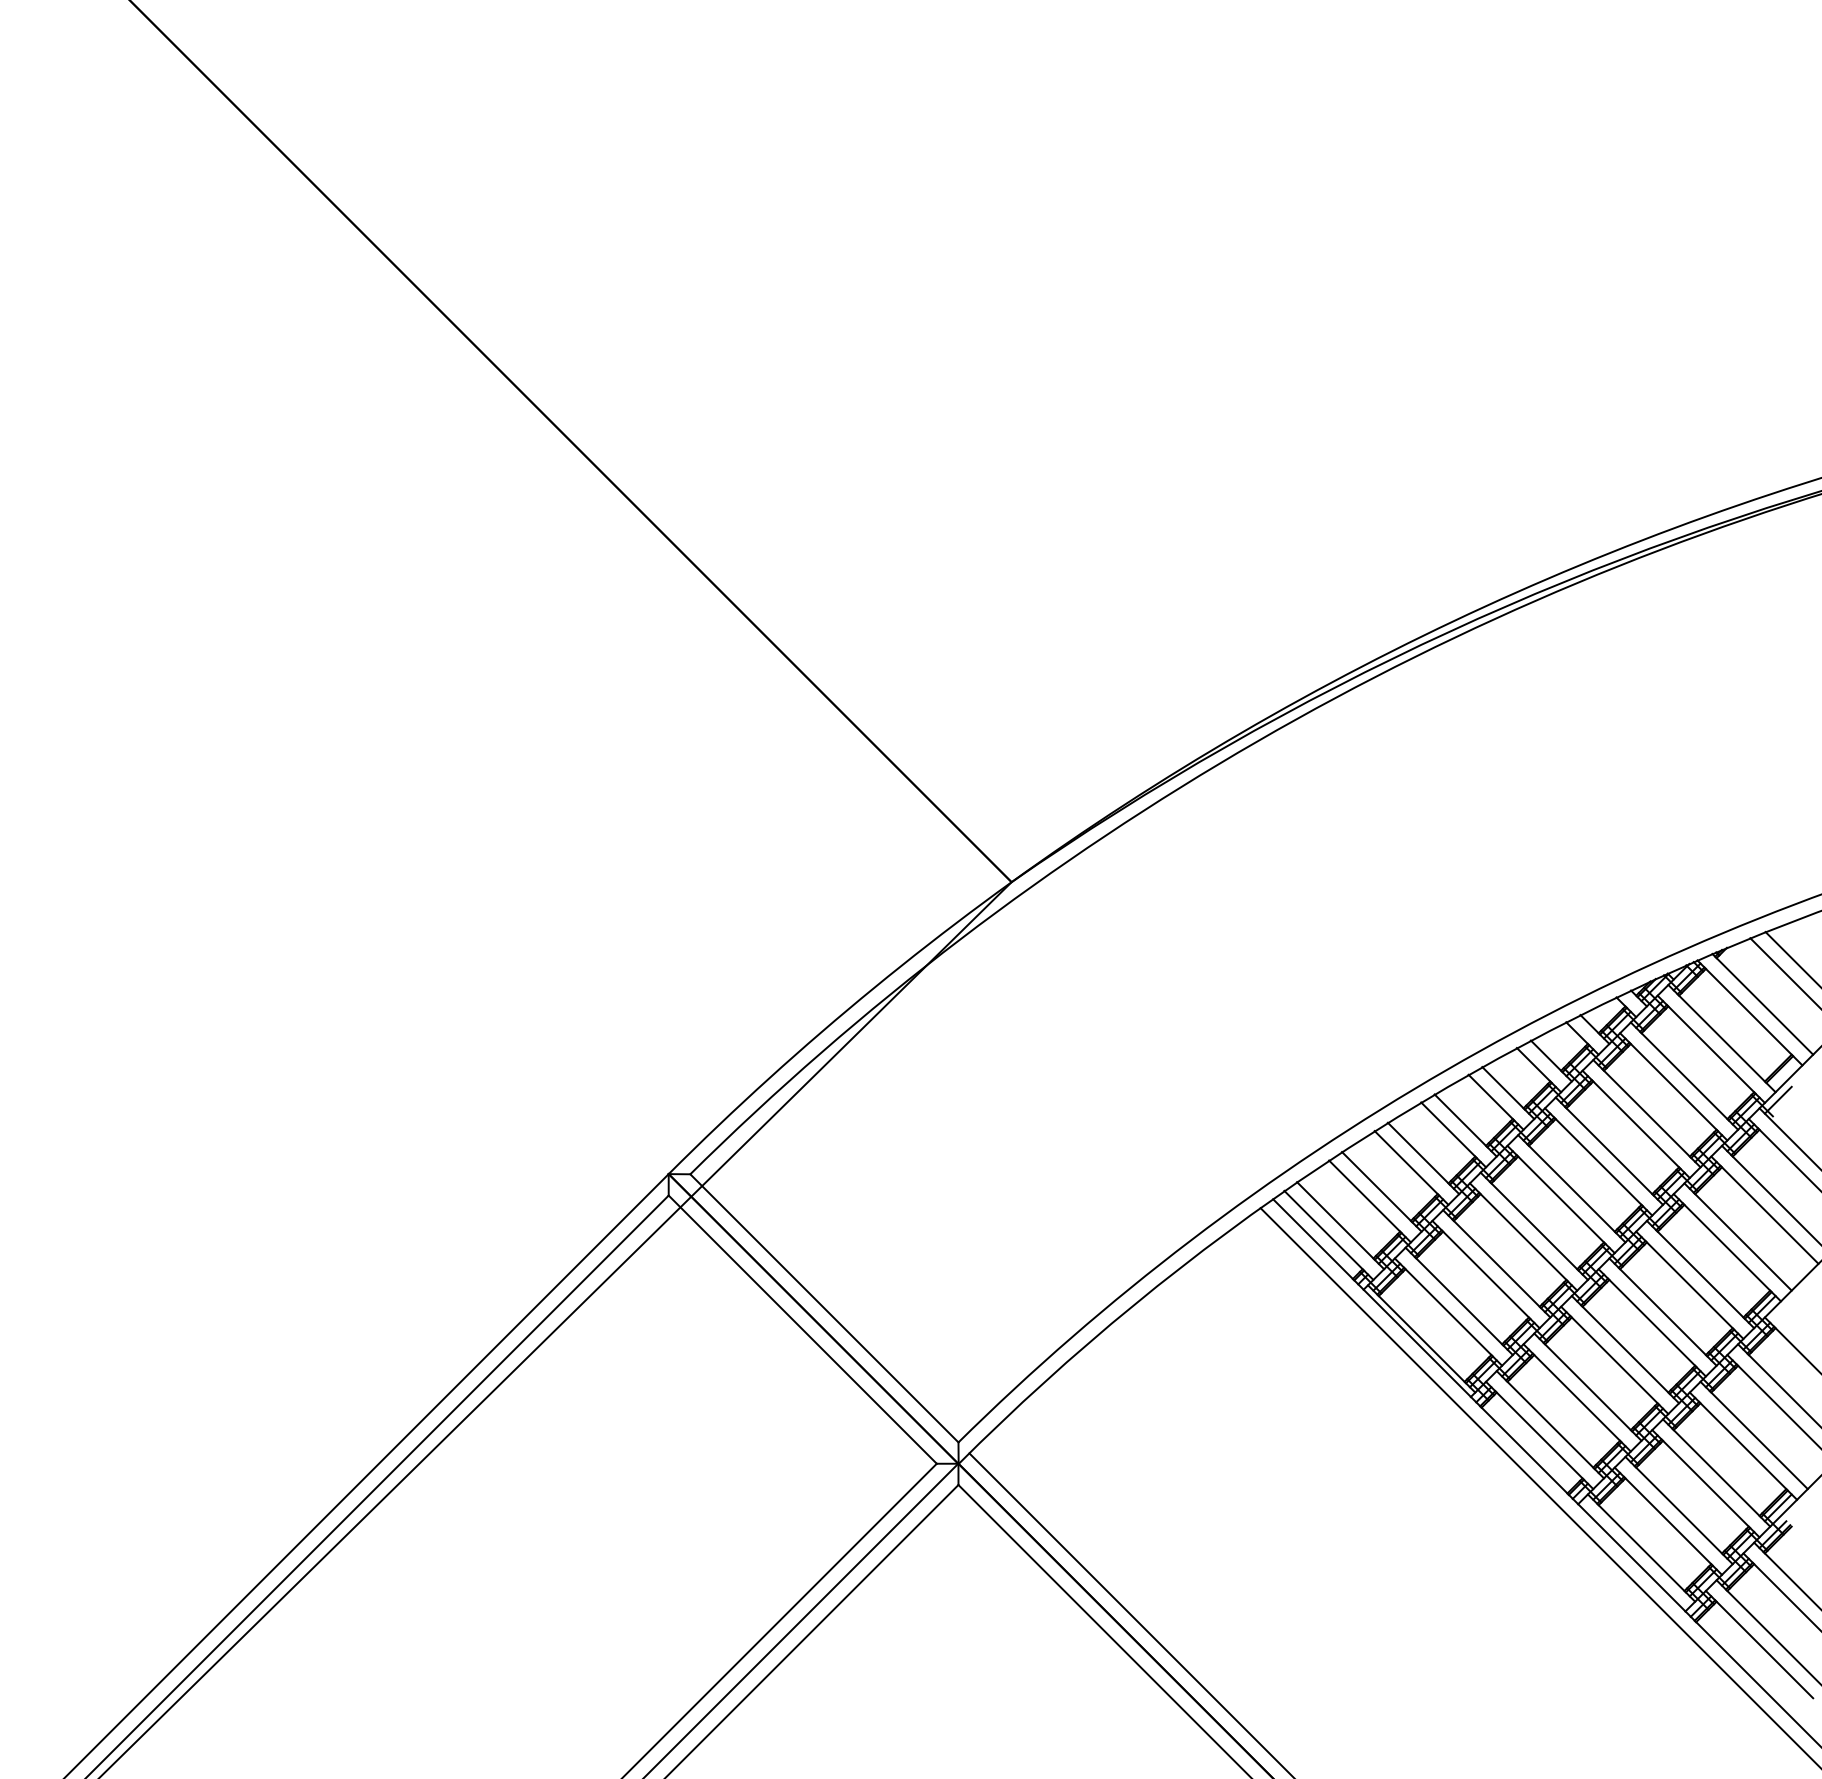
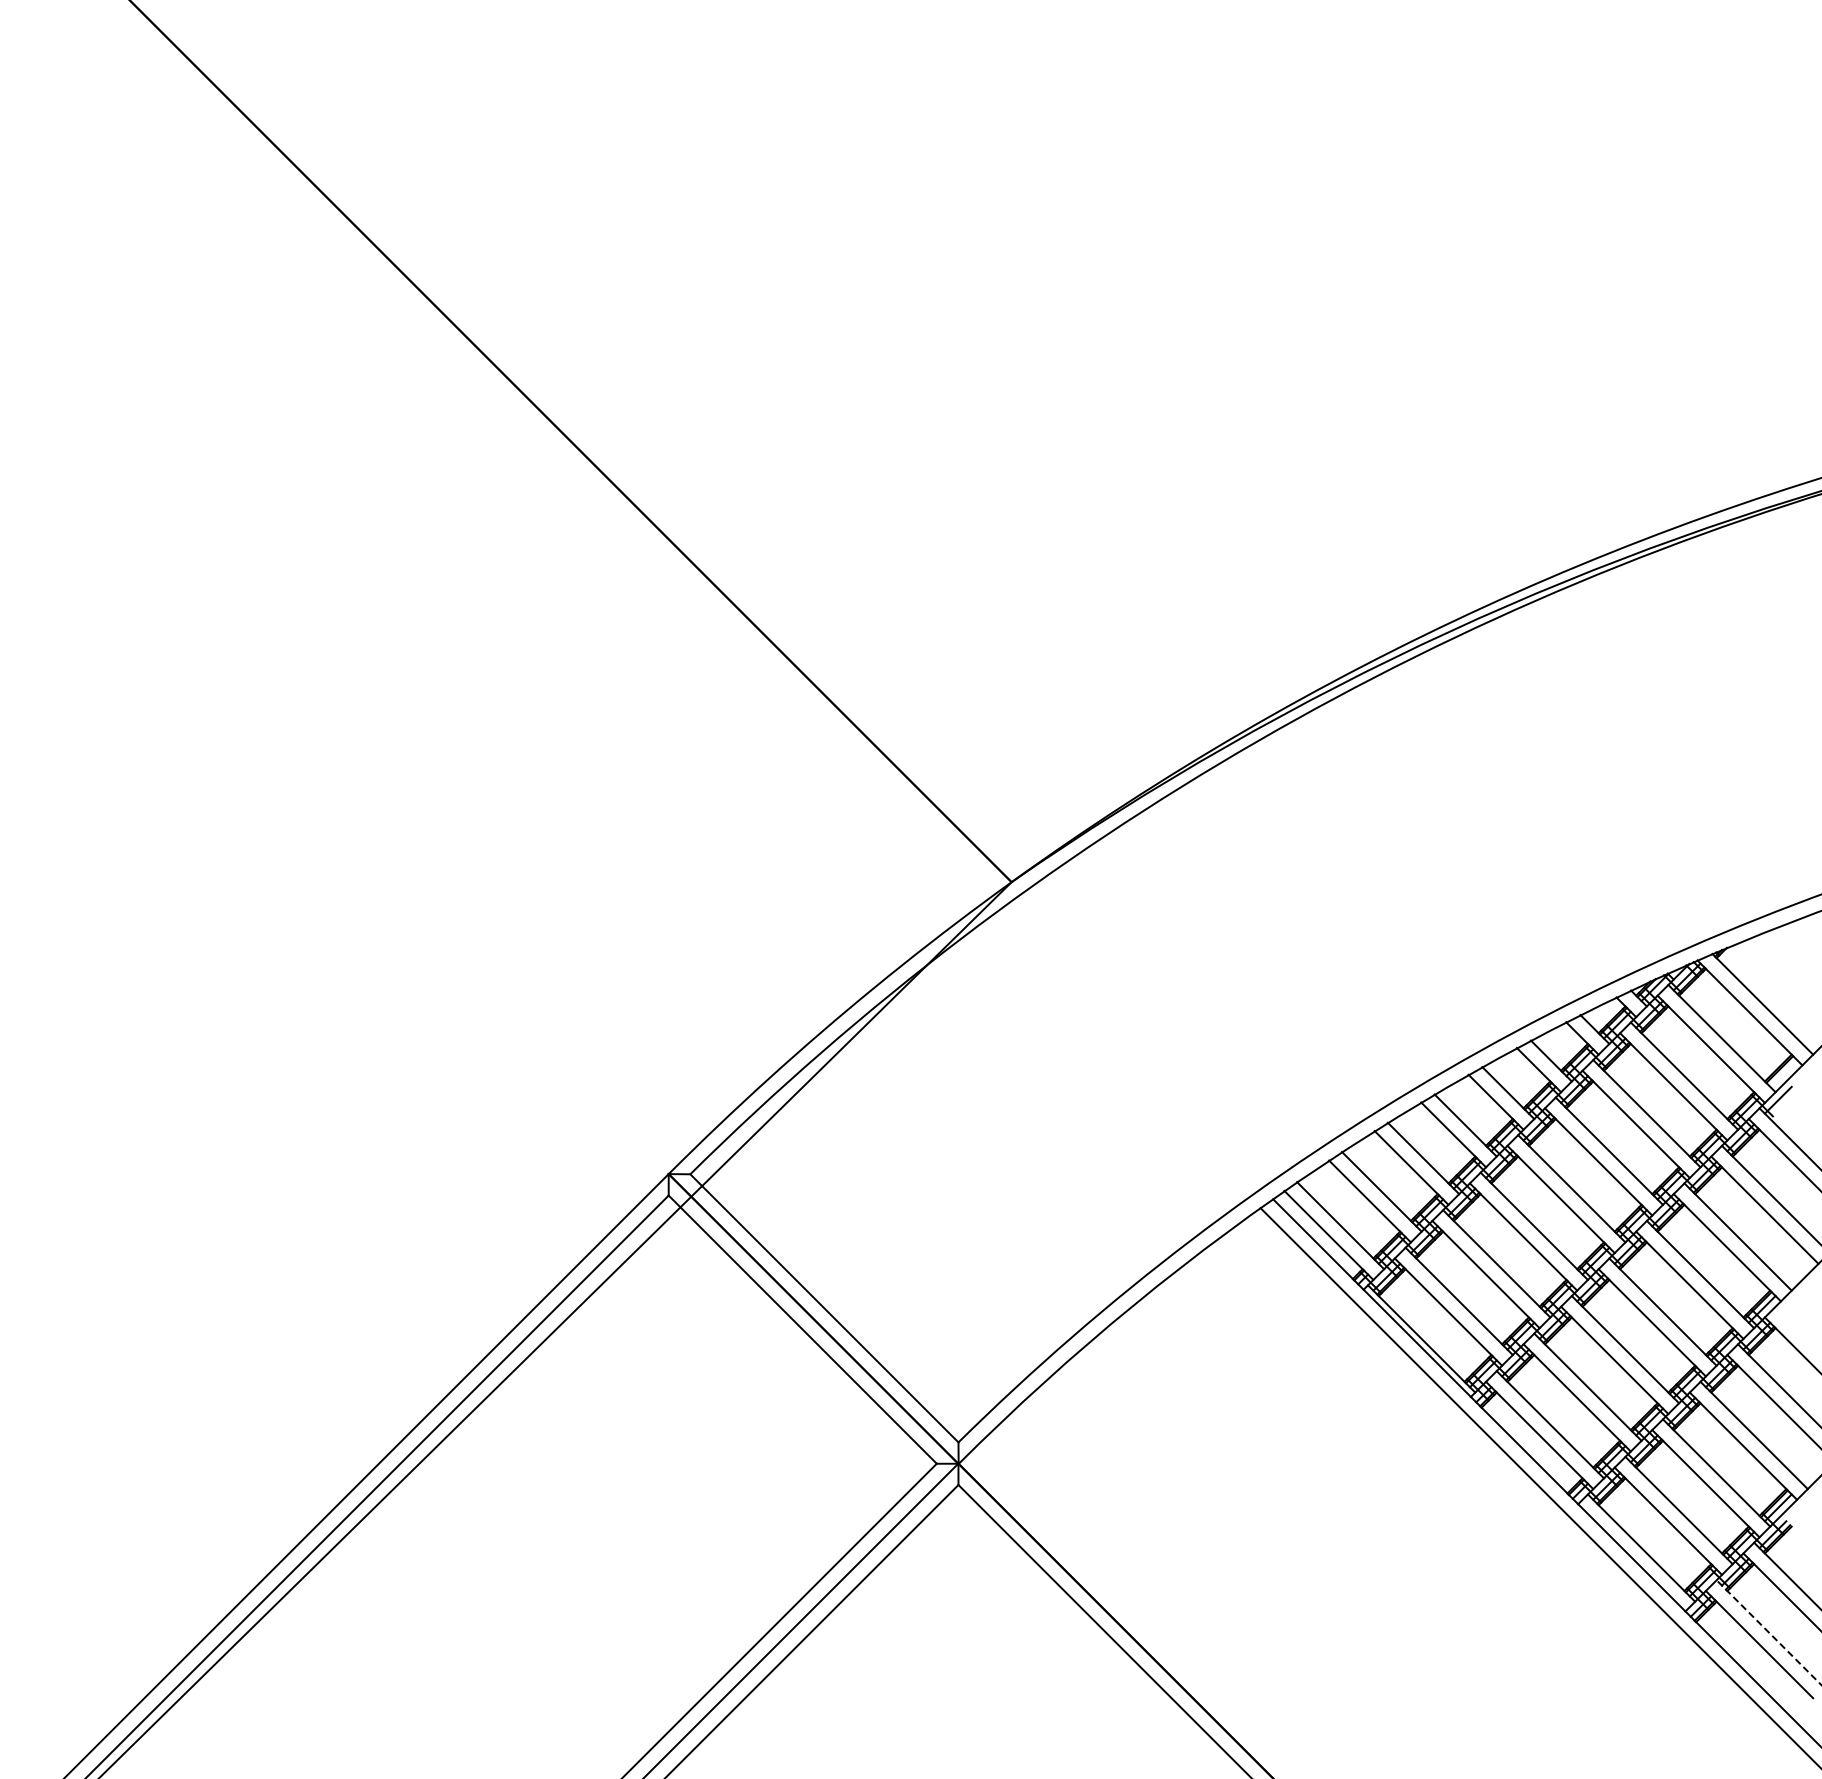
line at (1791, 958): present -> none
line at (1784, 972): present -> none
line at (1130, 1614): present -> none
line at (1768, 1632): solid -> dashed
